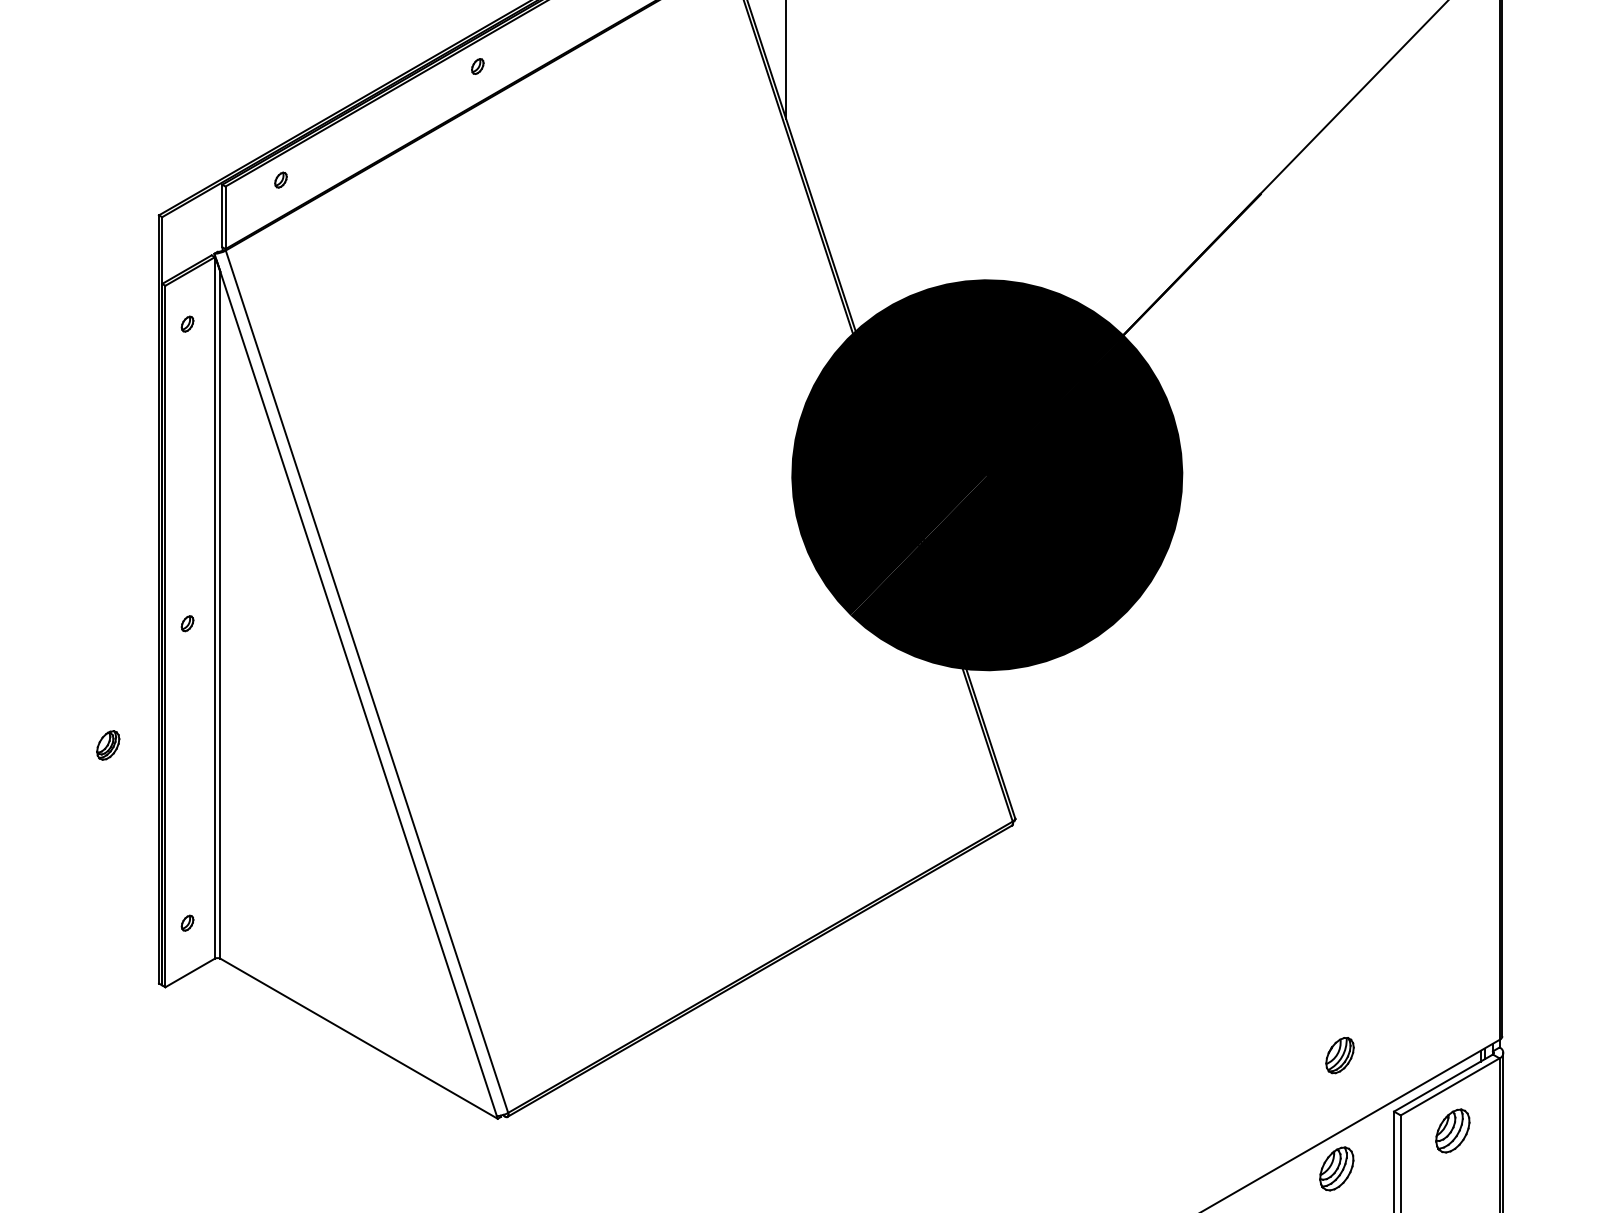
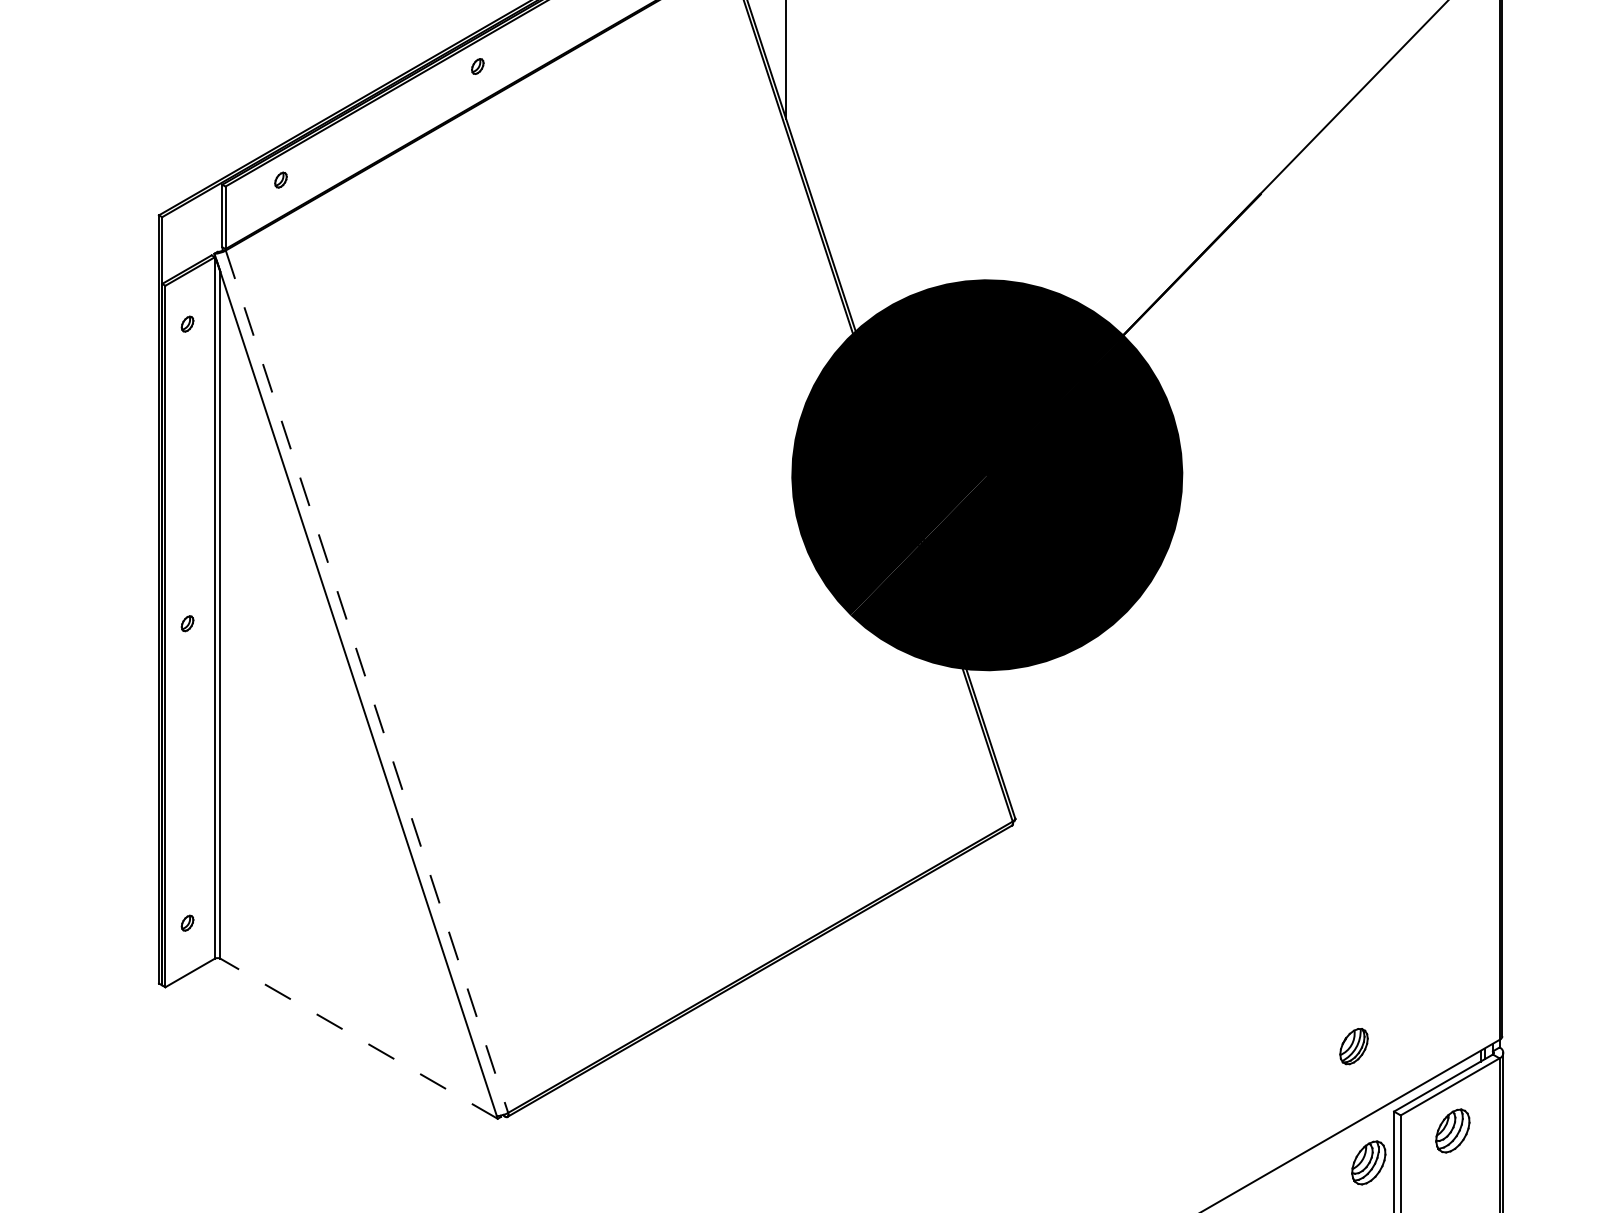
line at (367, 681): solid -> dashed
part at (108, 745): present -> none
line at (358, 1038): solid -> dashed
part at (1339, 1055) position: (1339, 1055) -> (1353, 1046)
part at (1336, 1168) position: (1336, 1168) -> (1368, 1162)
